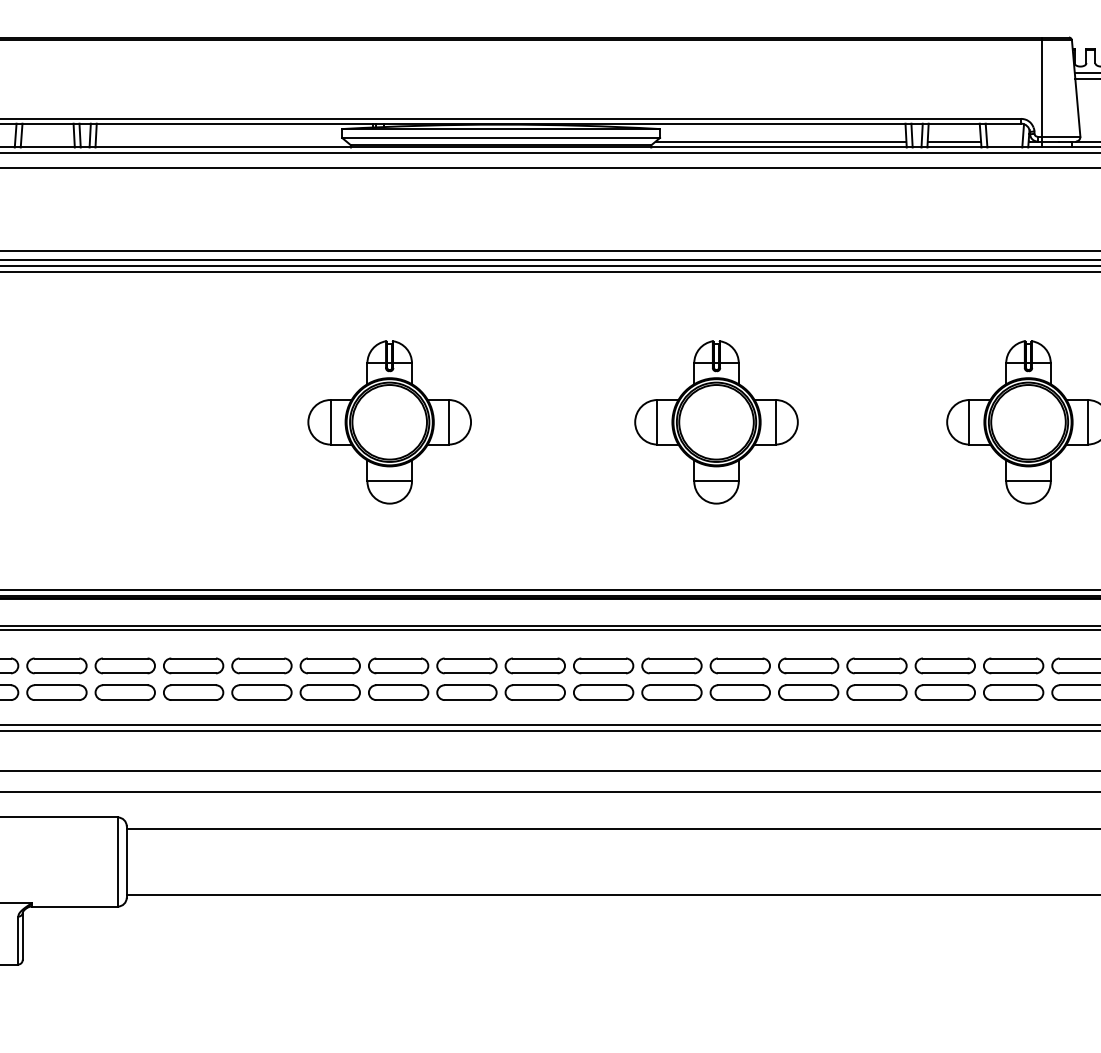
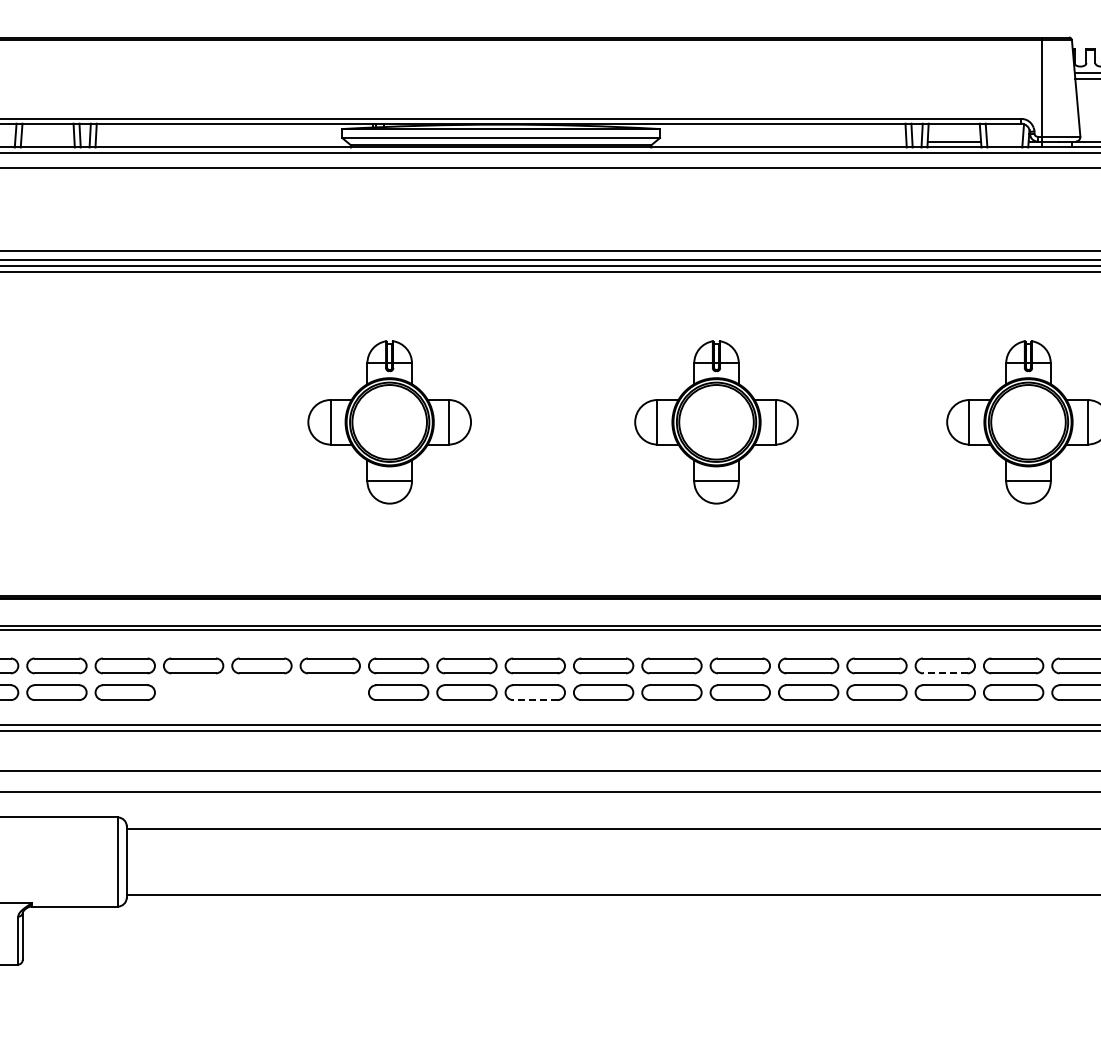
line at (780, 141): present -> none
line at (549, 590): present -> none
line at (944, 673): solid -> dashed
part at (261, 692): present -> none
line at (534, 700): solid -> dashed
